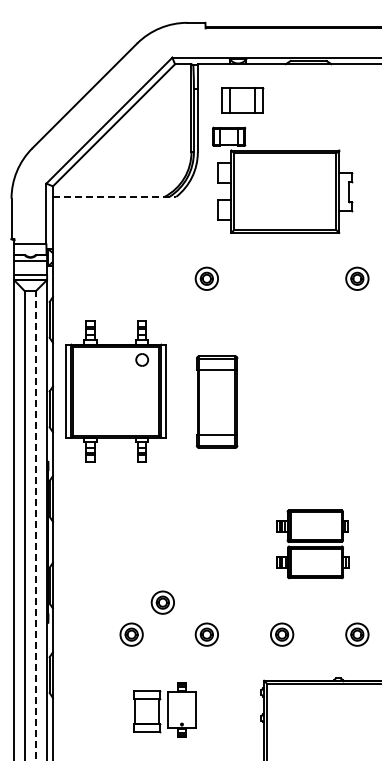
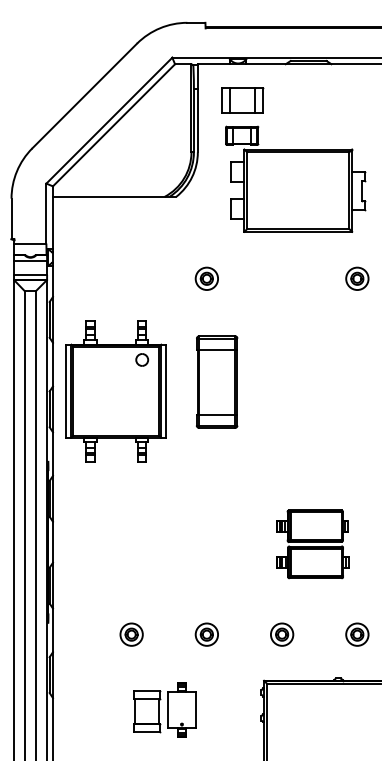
part at (282, 179) position: (282, 179) -> (295, 178)
line at (114, 196): dashed -> solid
part at (217, 401) position: (217, 401) -> (217, 381)
line at (36, 525): dashed -> solid
part at (162, 602): present -> none
